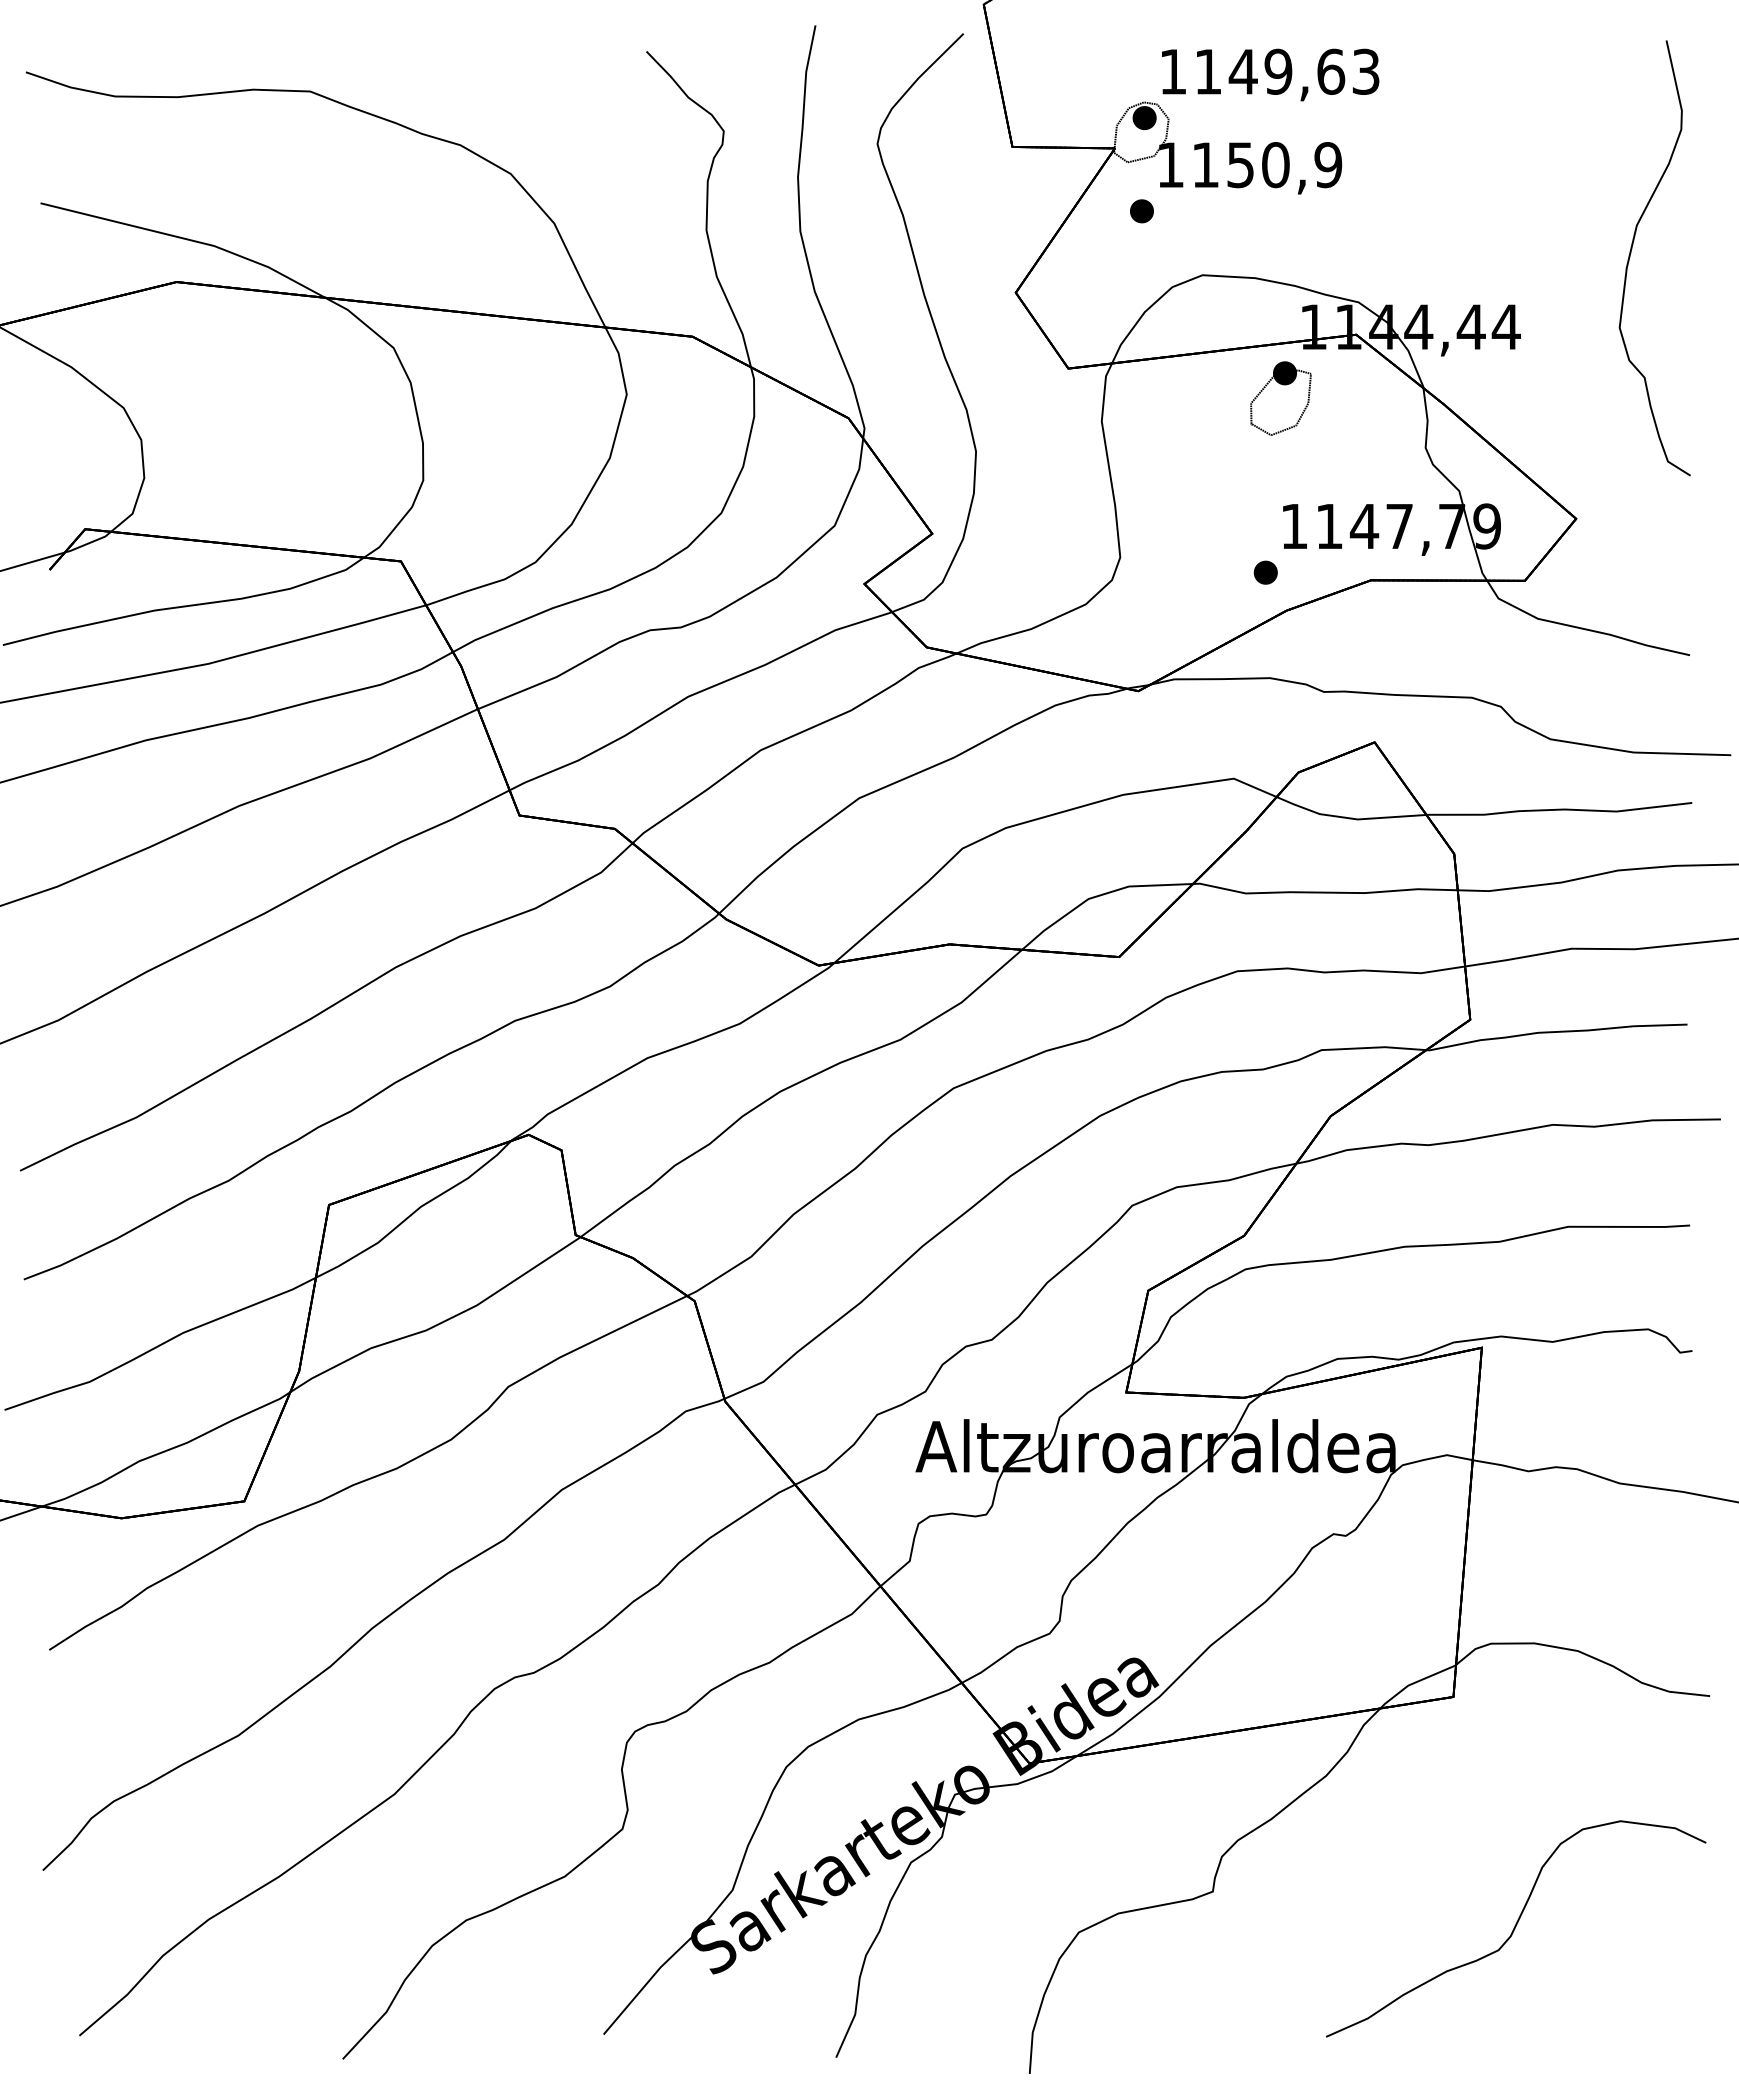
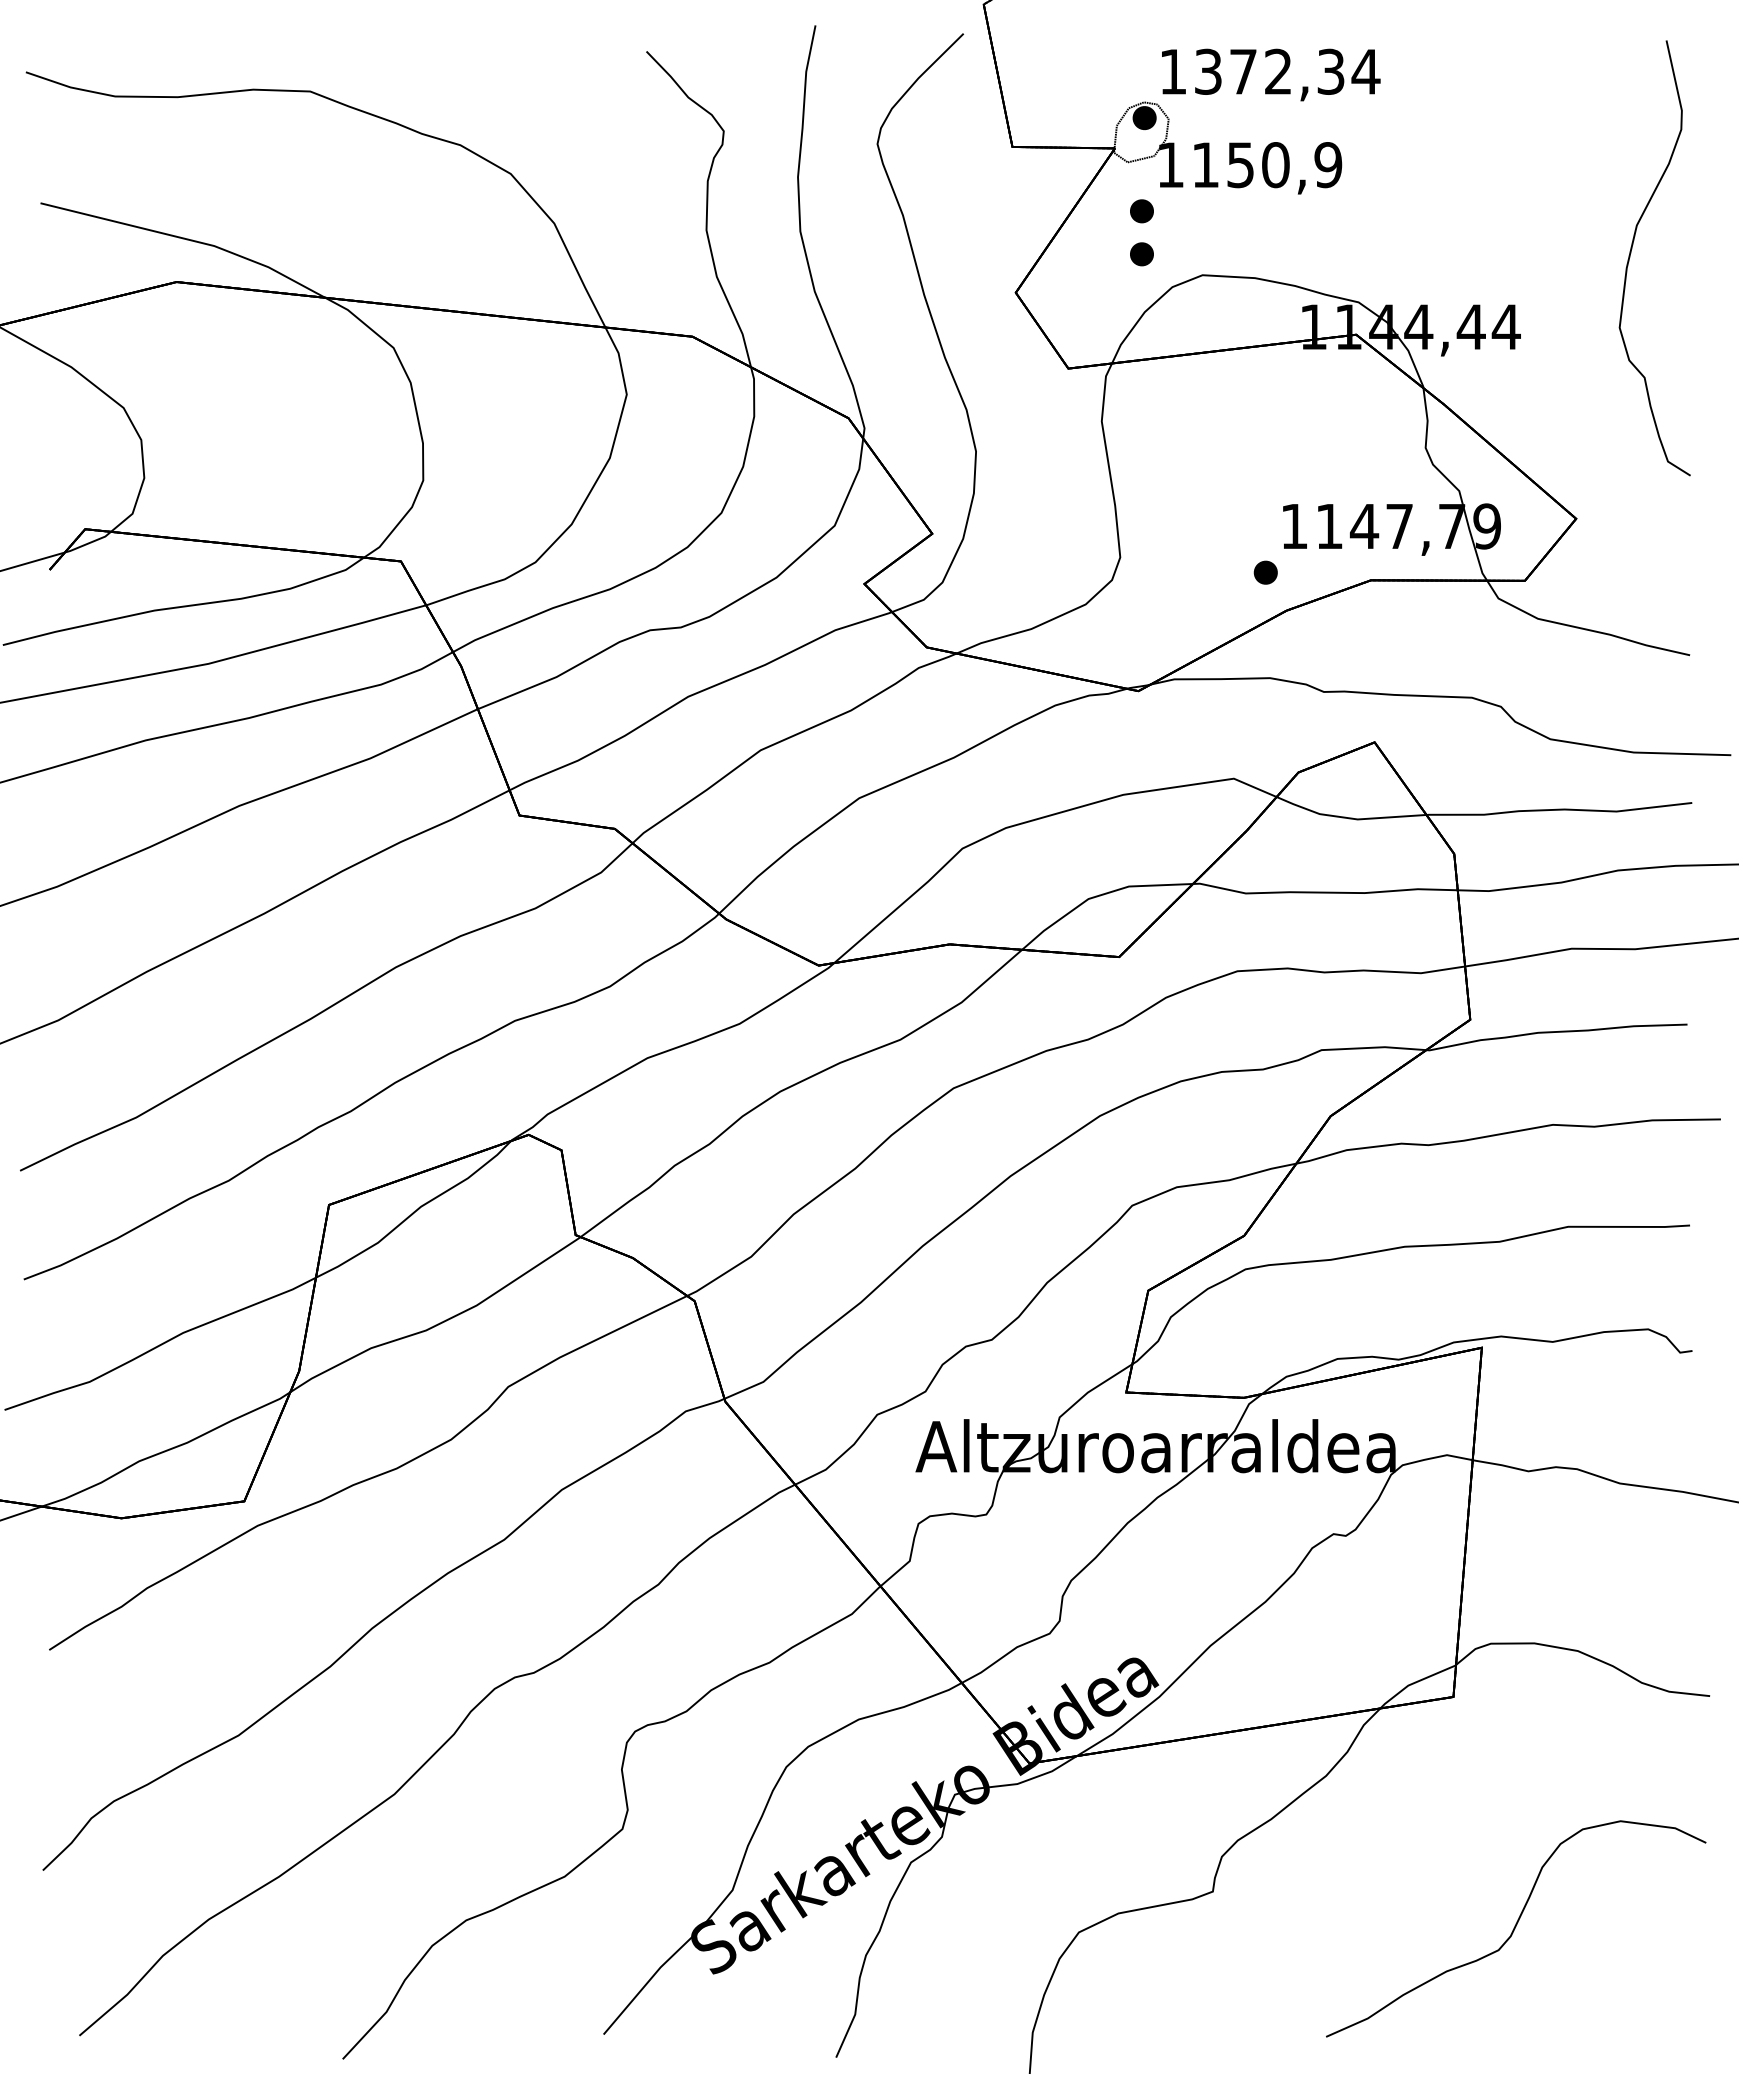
text at (1287, 71): 1149,63 -> 1372,34
part at (1141, 254): none -> present
part at (1280, 398): present -> none
